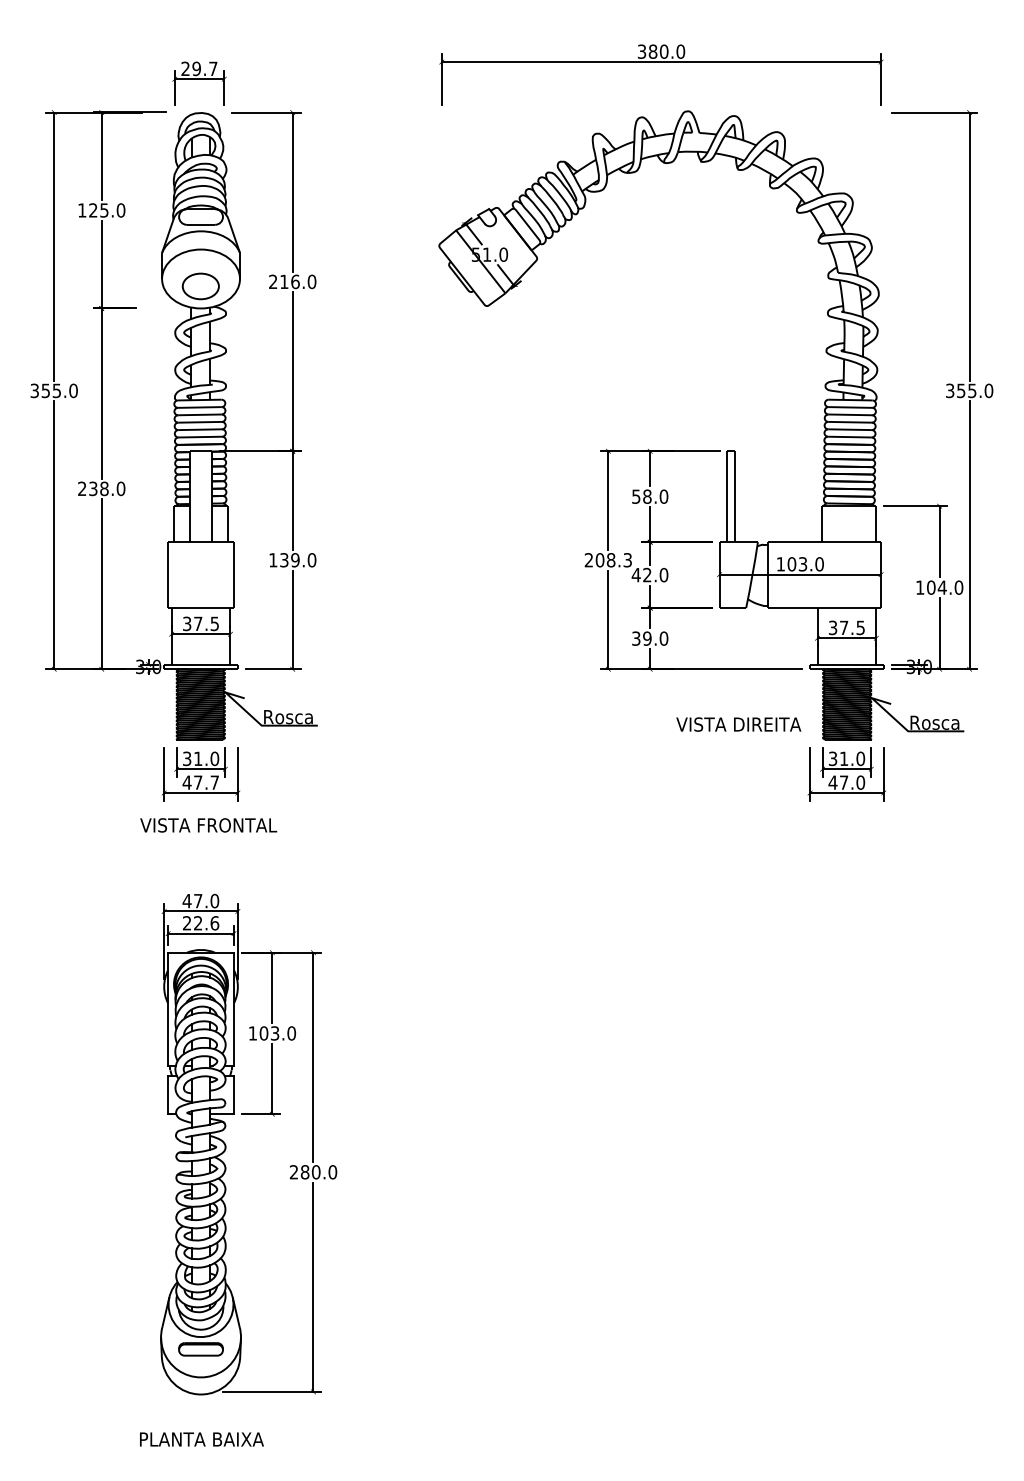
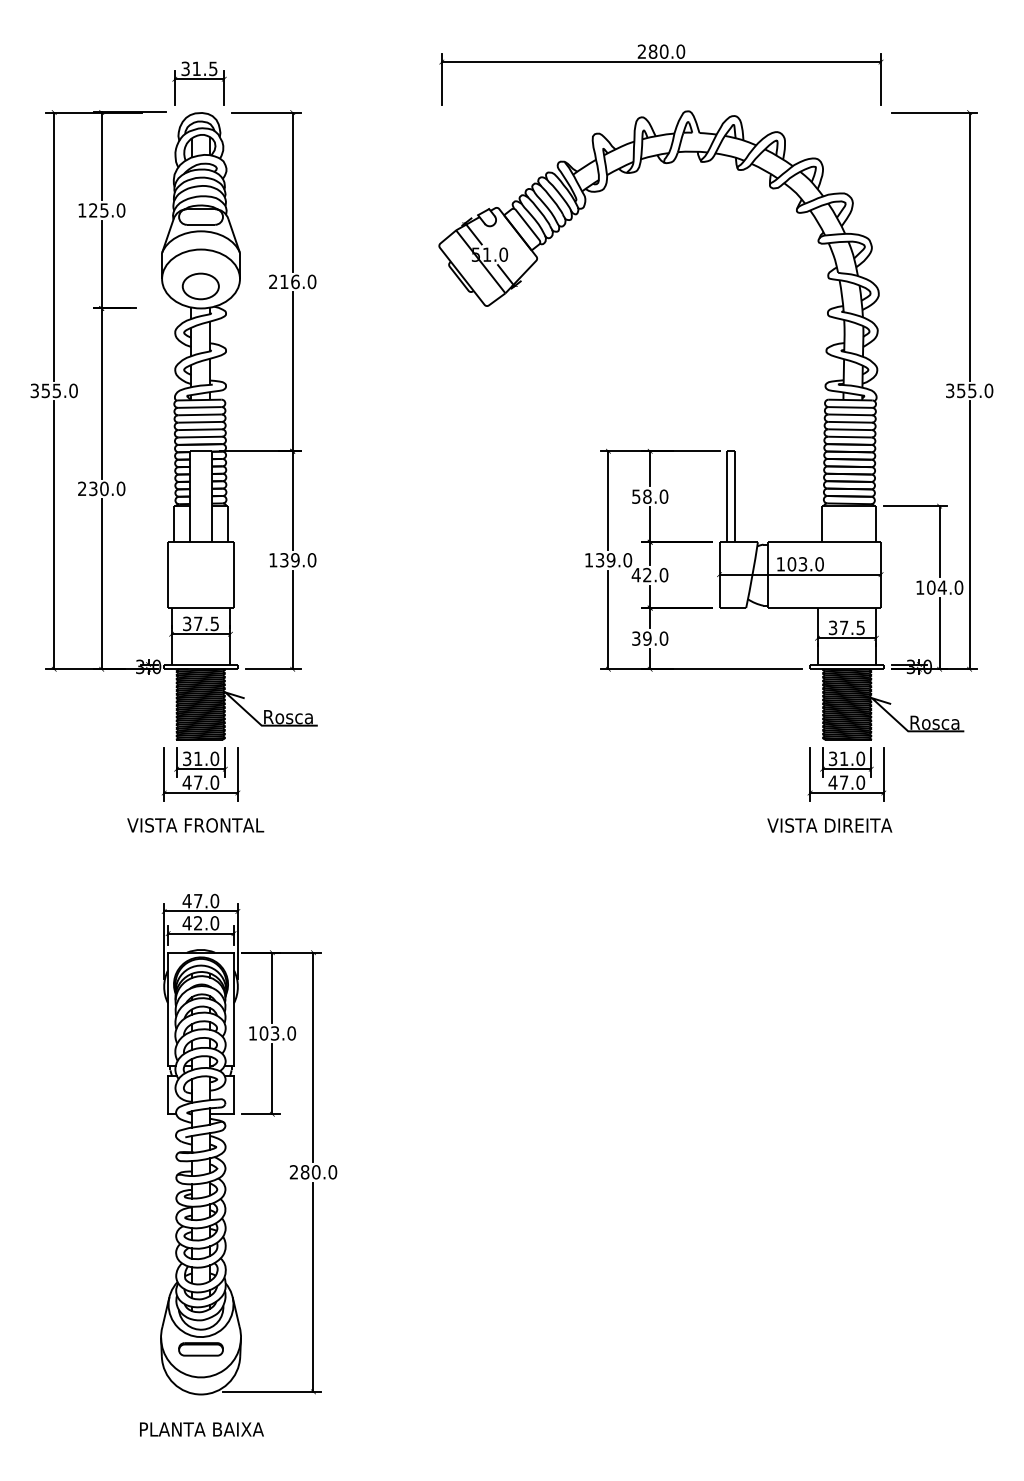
text at (641, 51): 380.0 -> 280.0
text at (199, 68): 29.7 -> 31.5
text at (104, 488): 238.0 -> 230.0
text at (608, 560): 208.3 -> 139.0
text at (738, 724) position: (738, 724) -> (829, 825)
text at (214, 782): 47.7 -> 47.0
text at (208, 825) position: (208, 825) -> (195, 825)
text at (200, 923): 22.6 -> 42.0
text at (201, 1439) position: (201, 1439) -> (201, 1429)
